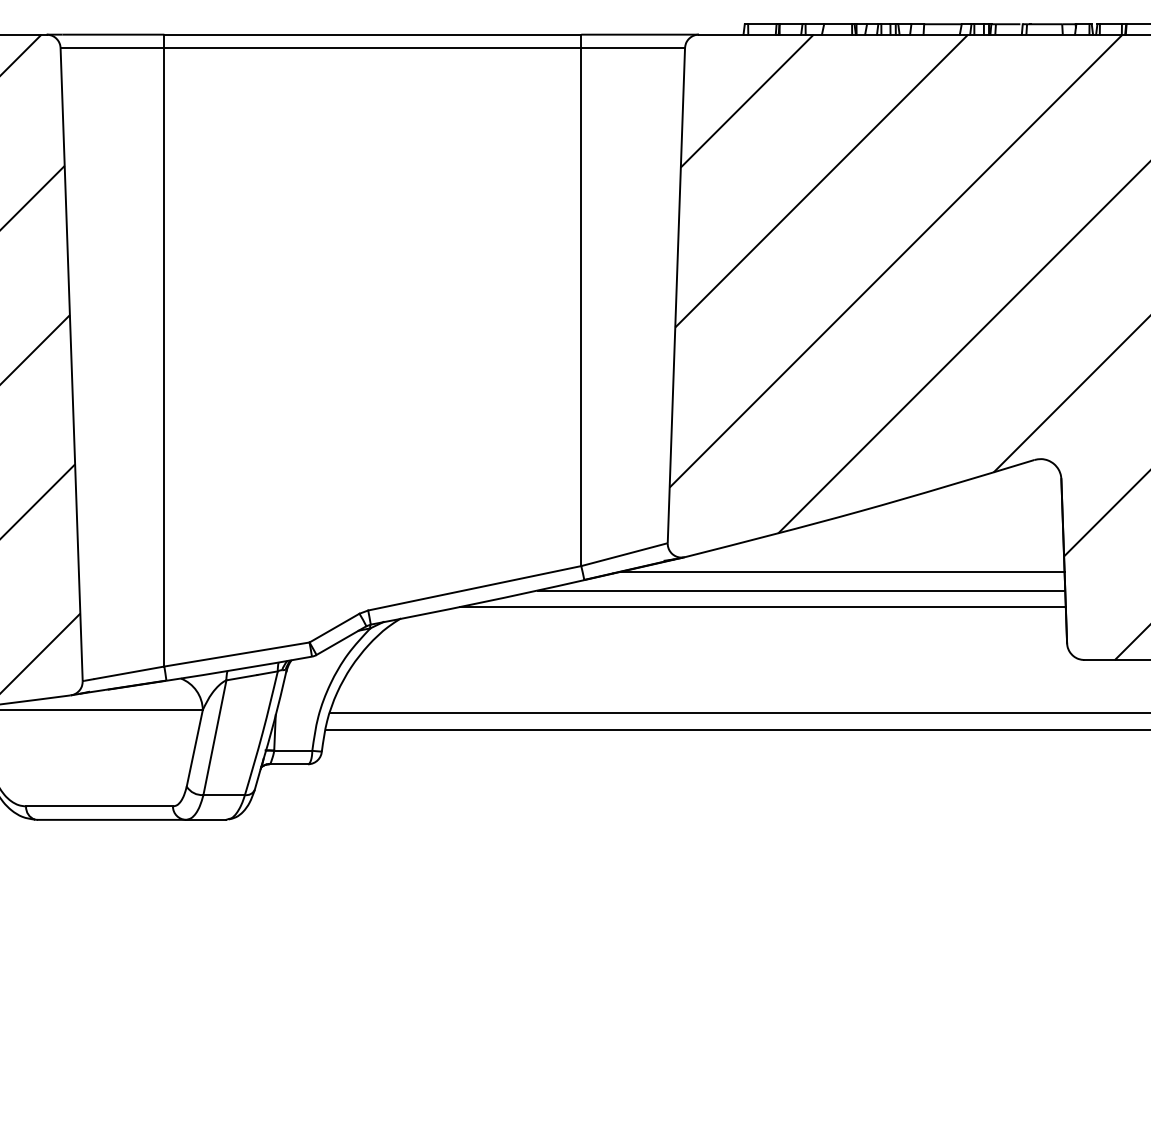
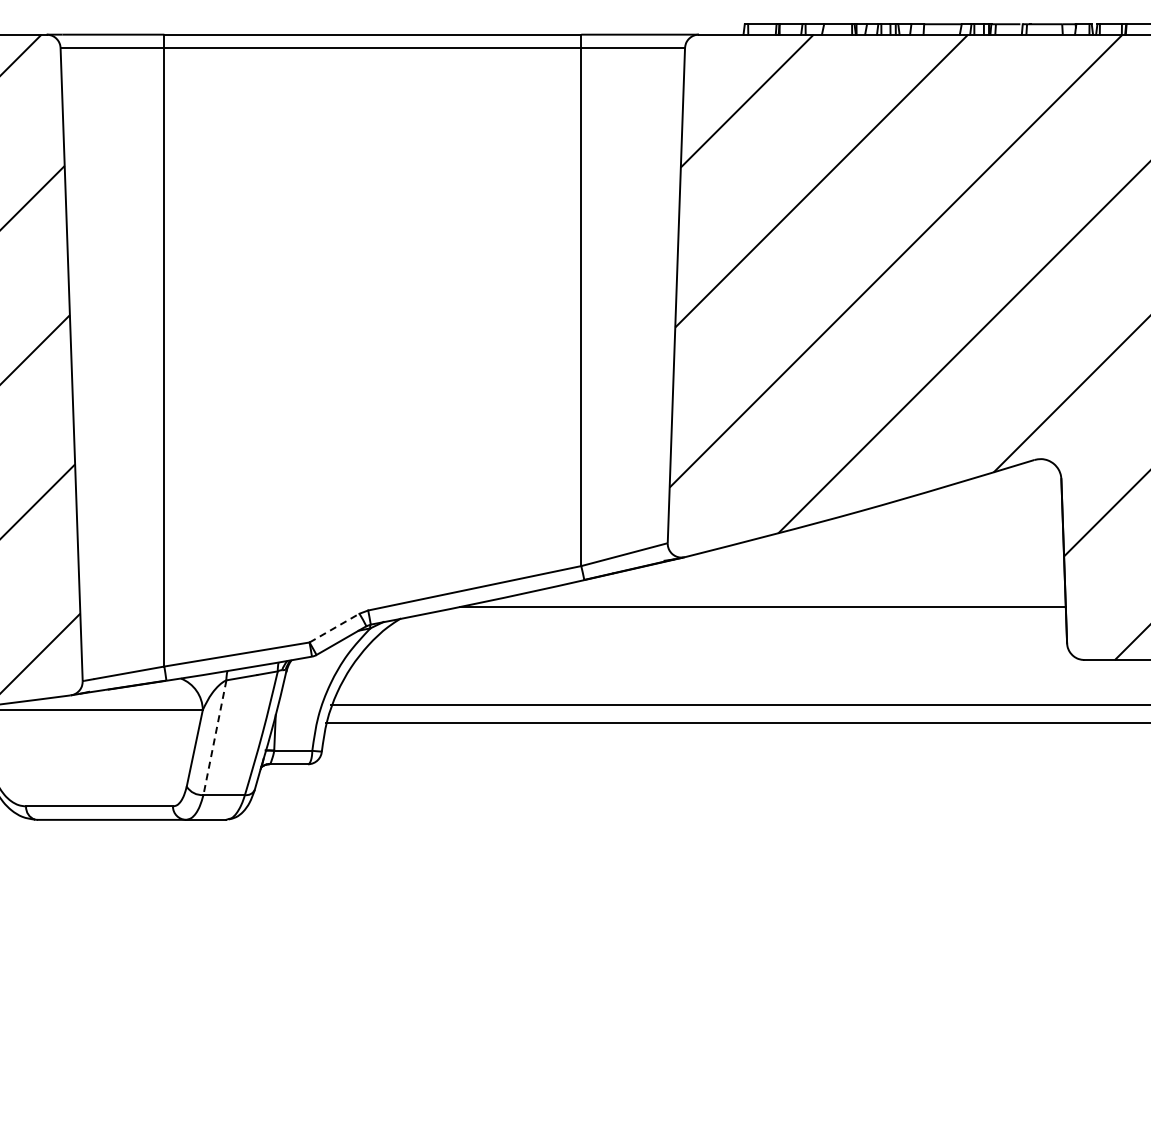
line at (841, 572): present -> none
line at (801, 590): present -> none
line at (334, 628): solid -> dashed
line at (738, 713) position: (738, 713) -> (738, 705)
line at (736, 729) position: (736, 729) -> (736, 722)
line at (214, 738): solid -> dashed
